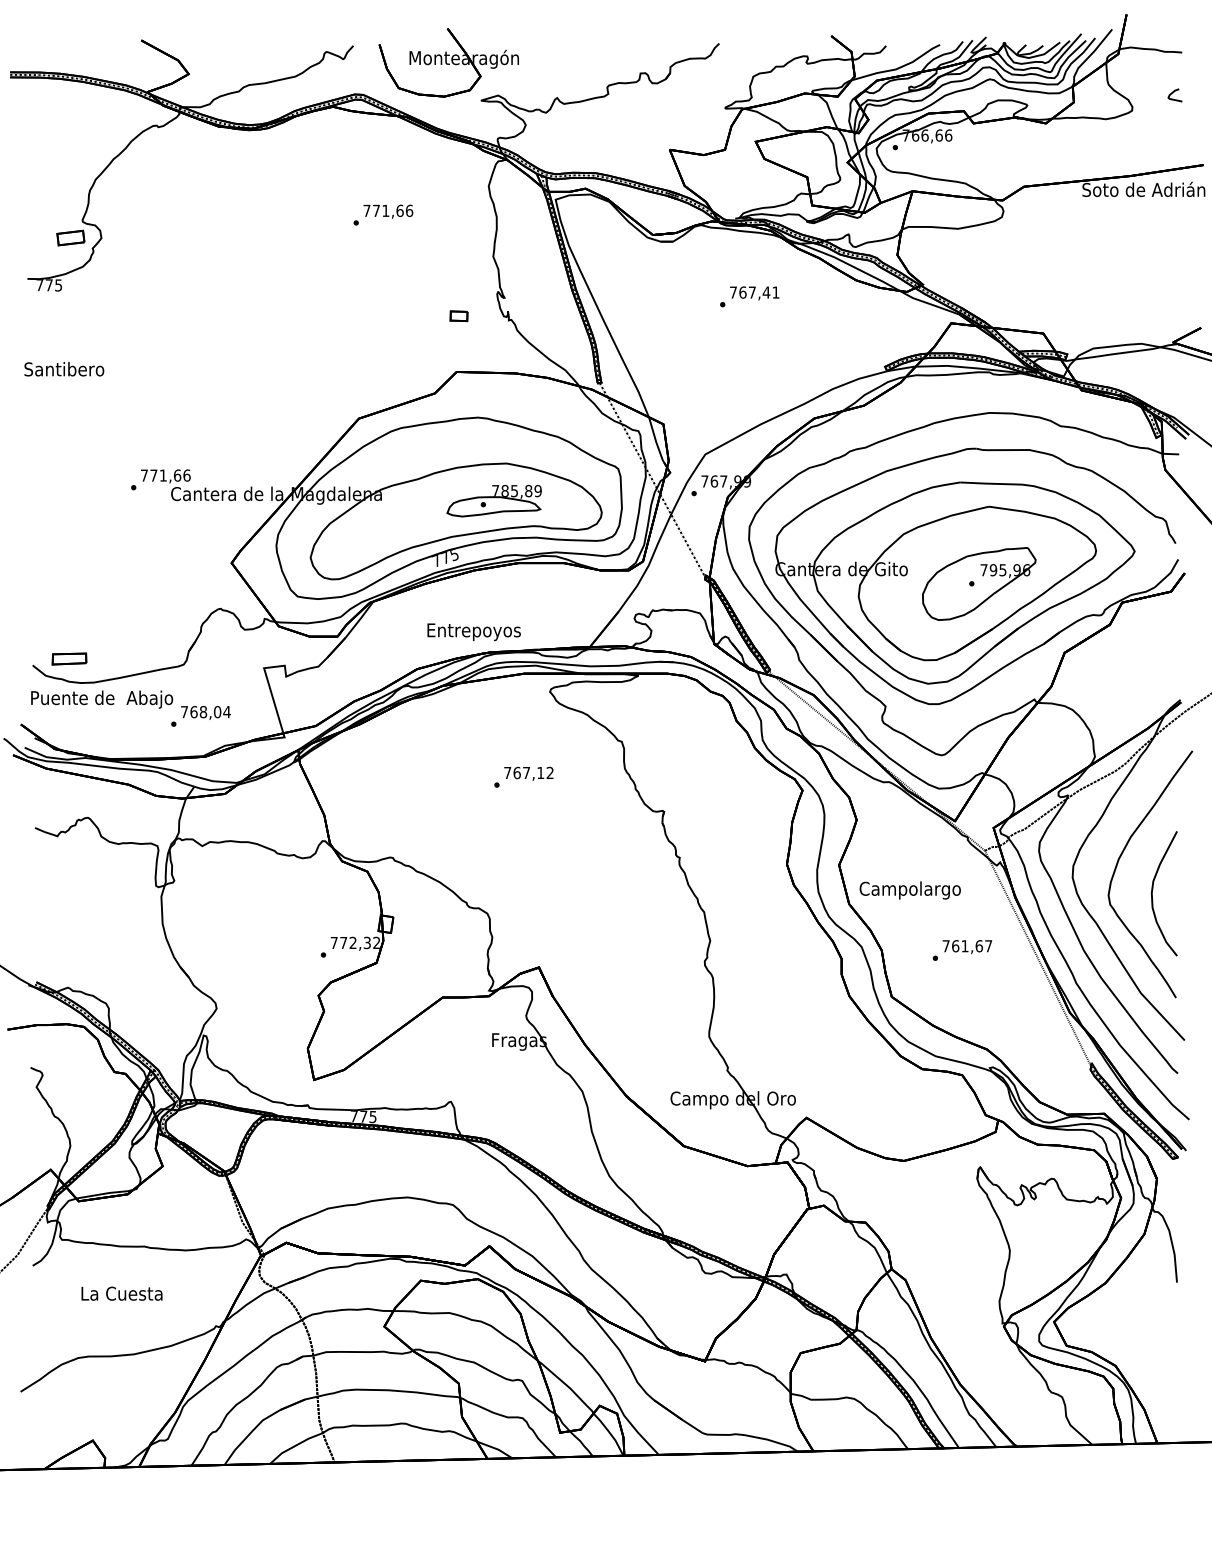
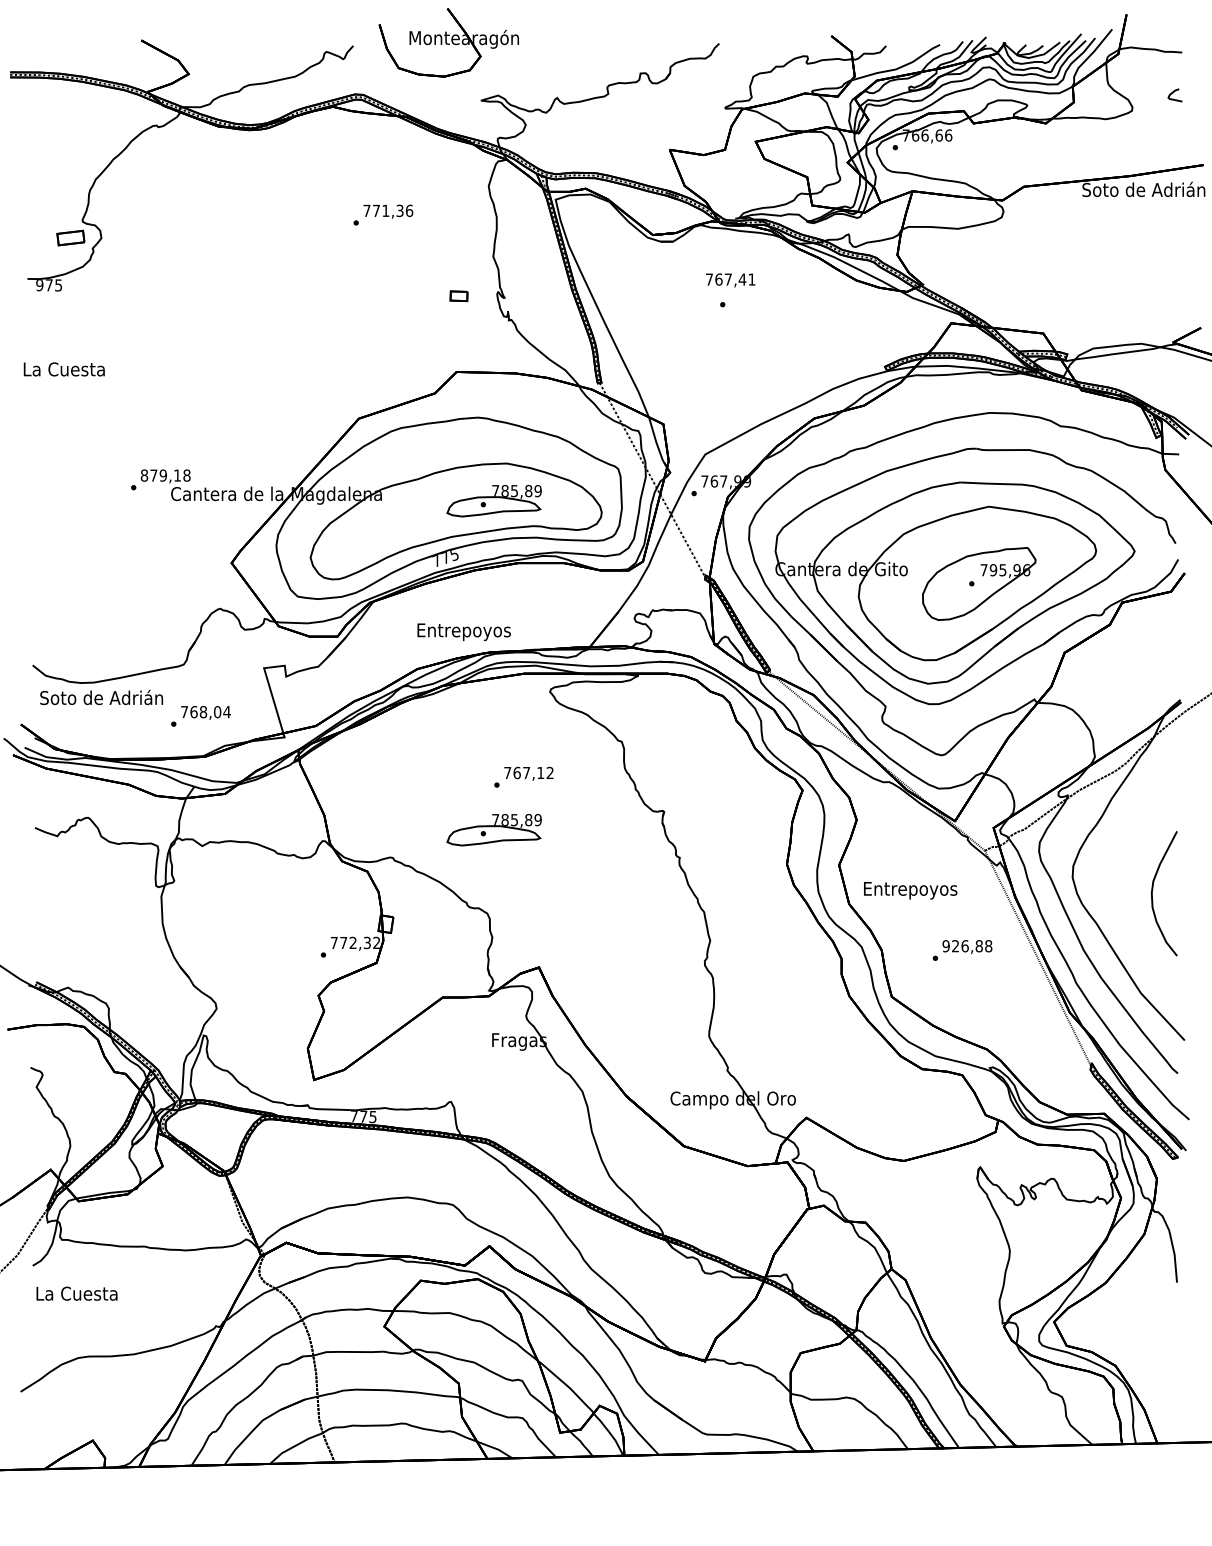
part at (448, 62) position: (448, 62) -> (448, 42)
text at (399, 210): 771,66 -> 771,36
text at (39, 285): 775 -> 975
text at (754, 293) position: (754, 293) -> (730, 280)
part at (458, 316) position: (458, 316) -> (458, 296)
text at (63, 369): Santibero -> La Cuesta
text at (165, 475): 771,66 -> 879,18
text at (473, 632) position: (473, 632) -> (463, 632)
part at (69, 658): present -> none
text at (102, 698): Puente de  Abajo -> Soto de Adrián
part at (493, 830): none -> present
curve at (1118, 863): present -> none
text at (909, 890): Campolargo -> Entrepoyos
text at (967, 946): 761,67 -> 926,88
text at (121, 1293) position: (121, 1293) -> (76, 1293)
